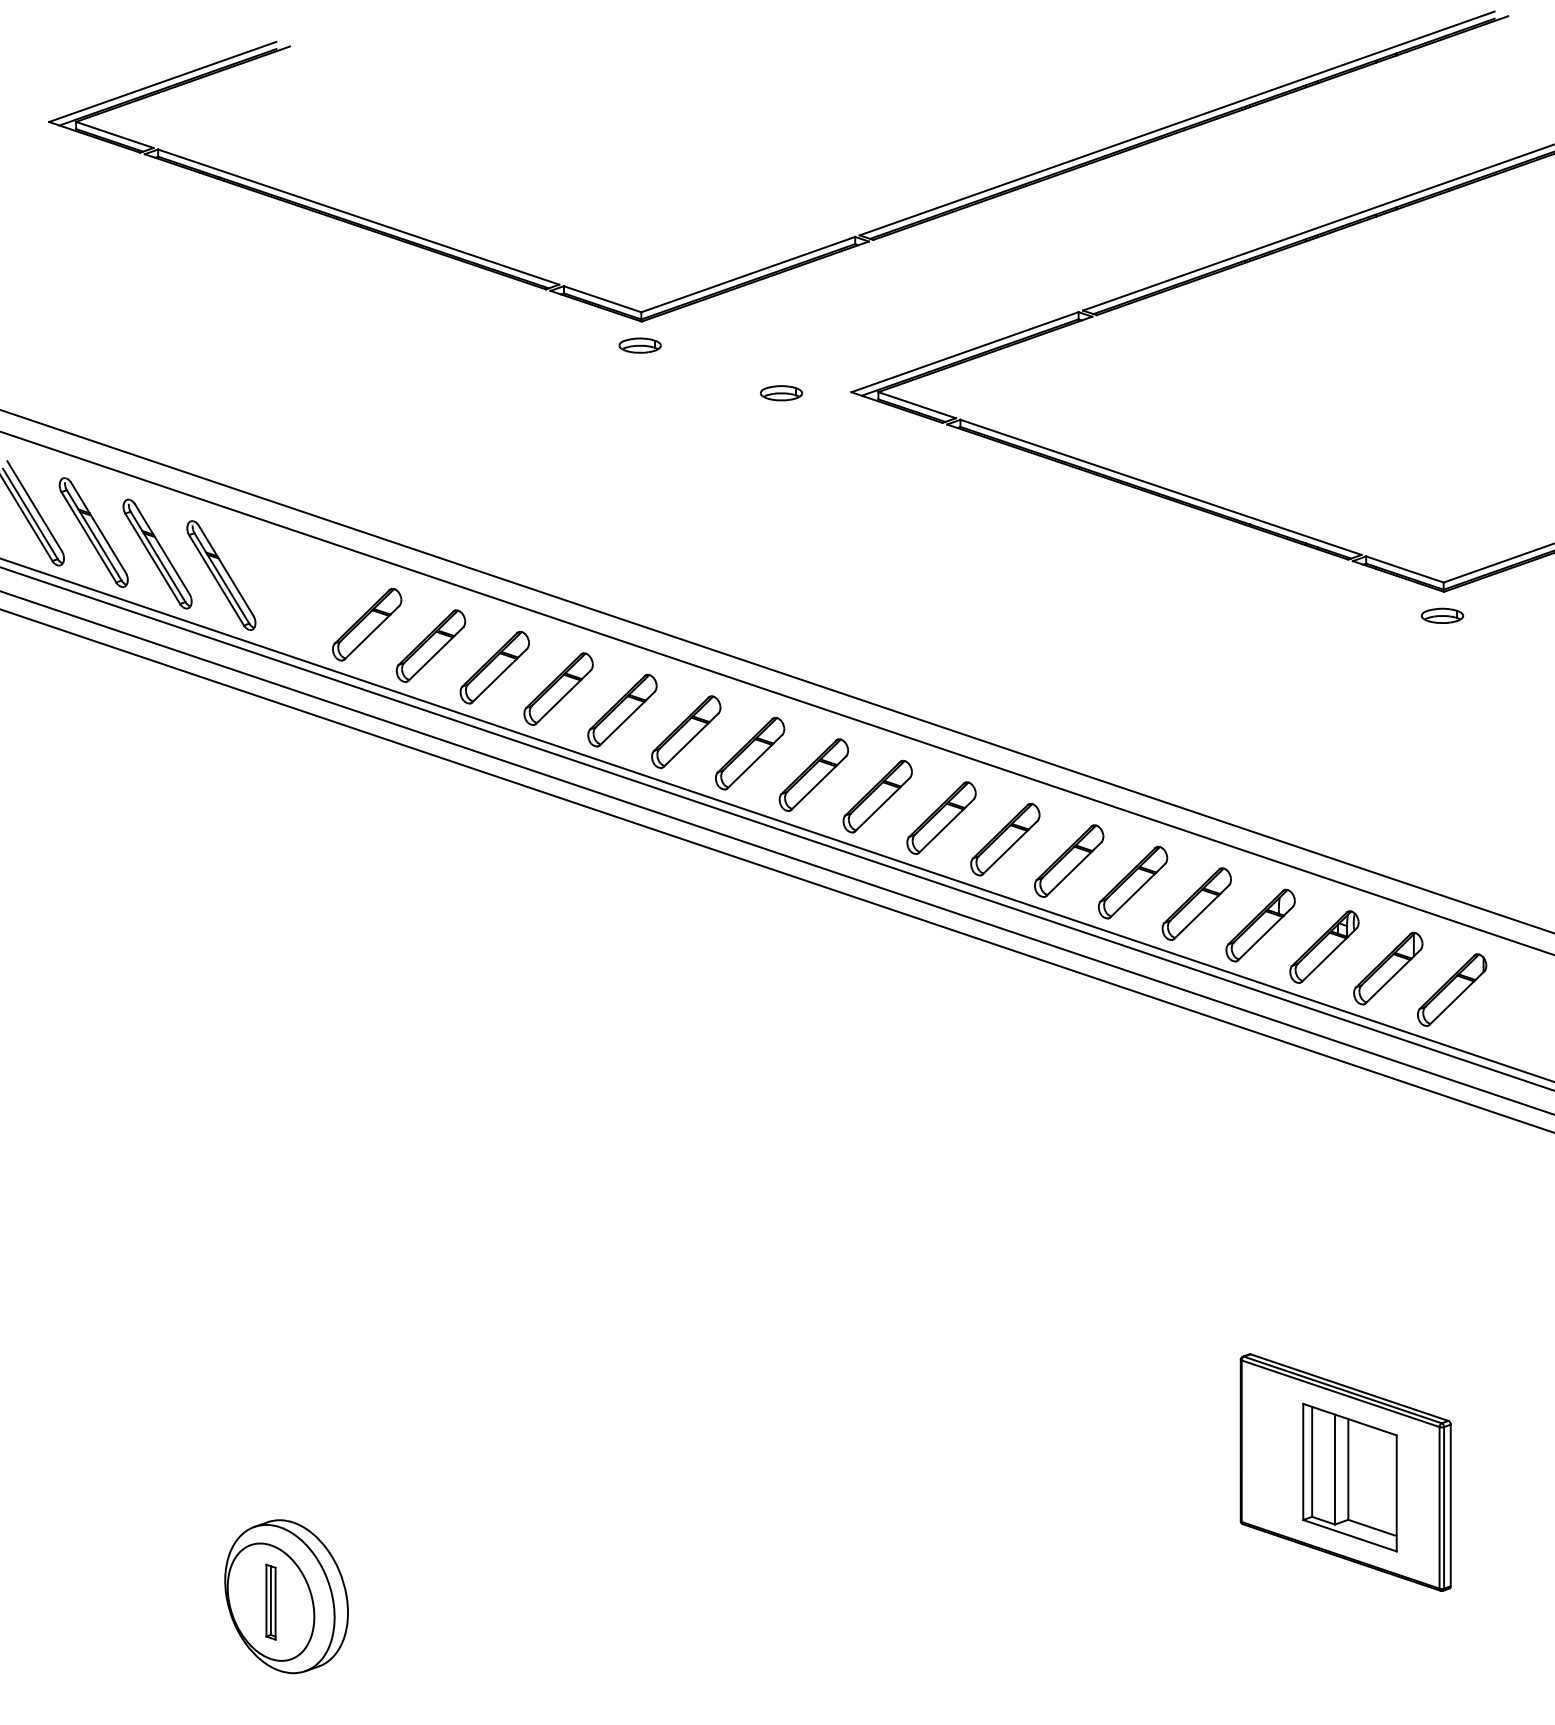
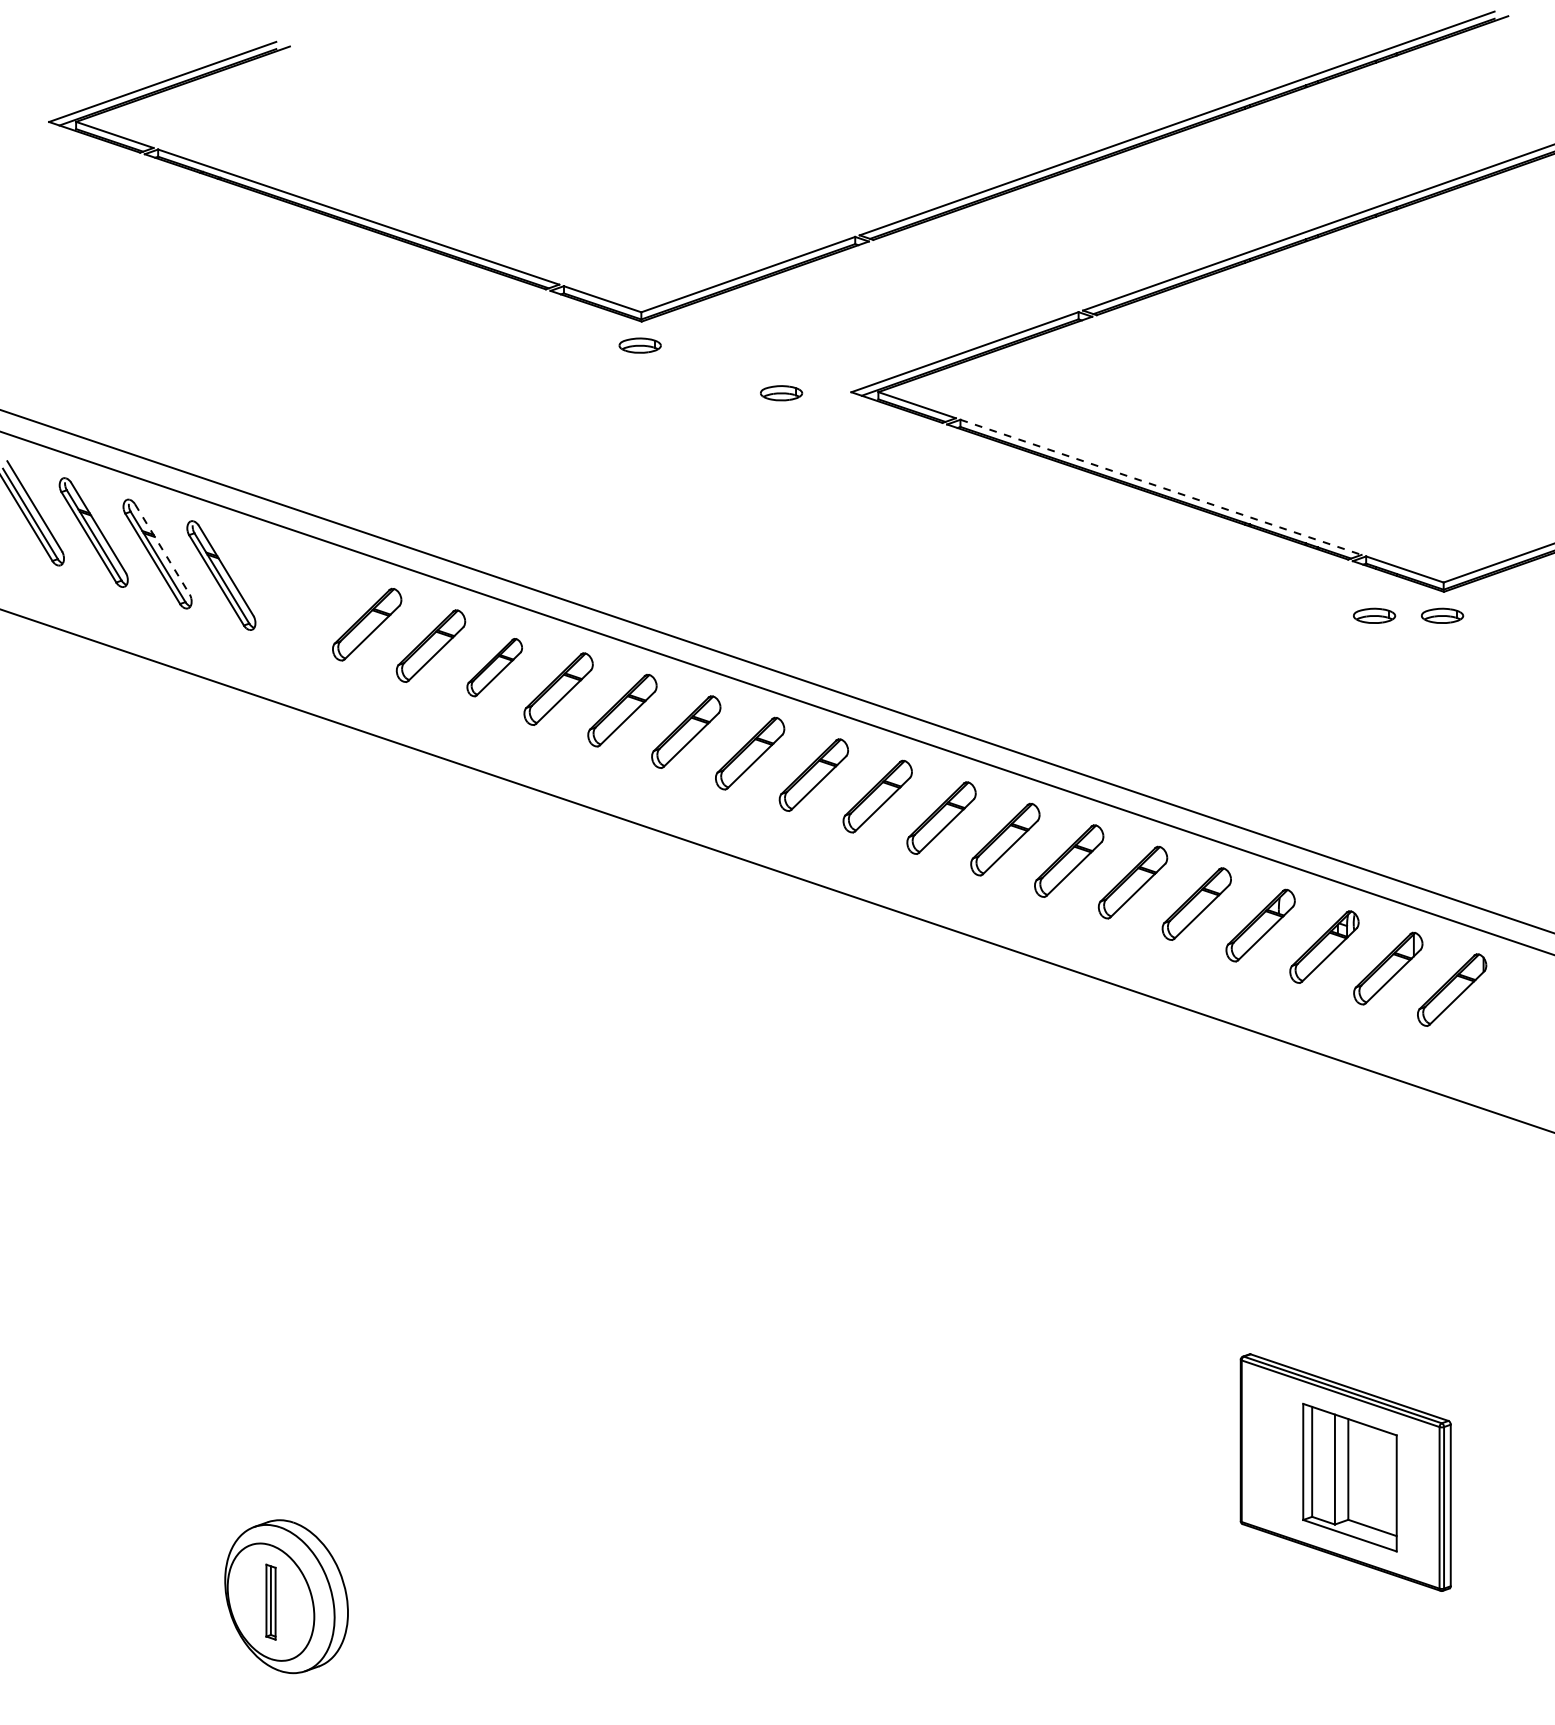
line at (1161, 487): solid -> dashed
line at (162, 549): solid -> dashed
part at (1374, 615): none -> present
part at (494, 667) size: 71x75 px -> 57x60 px
line at (776, 820): present -> none
line at (776, 828): present -> none
line at (776, 852): present -> none
